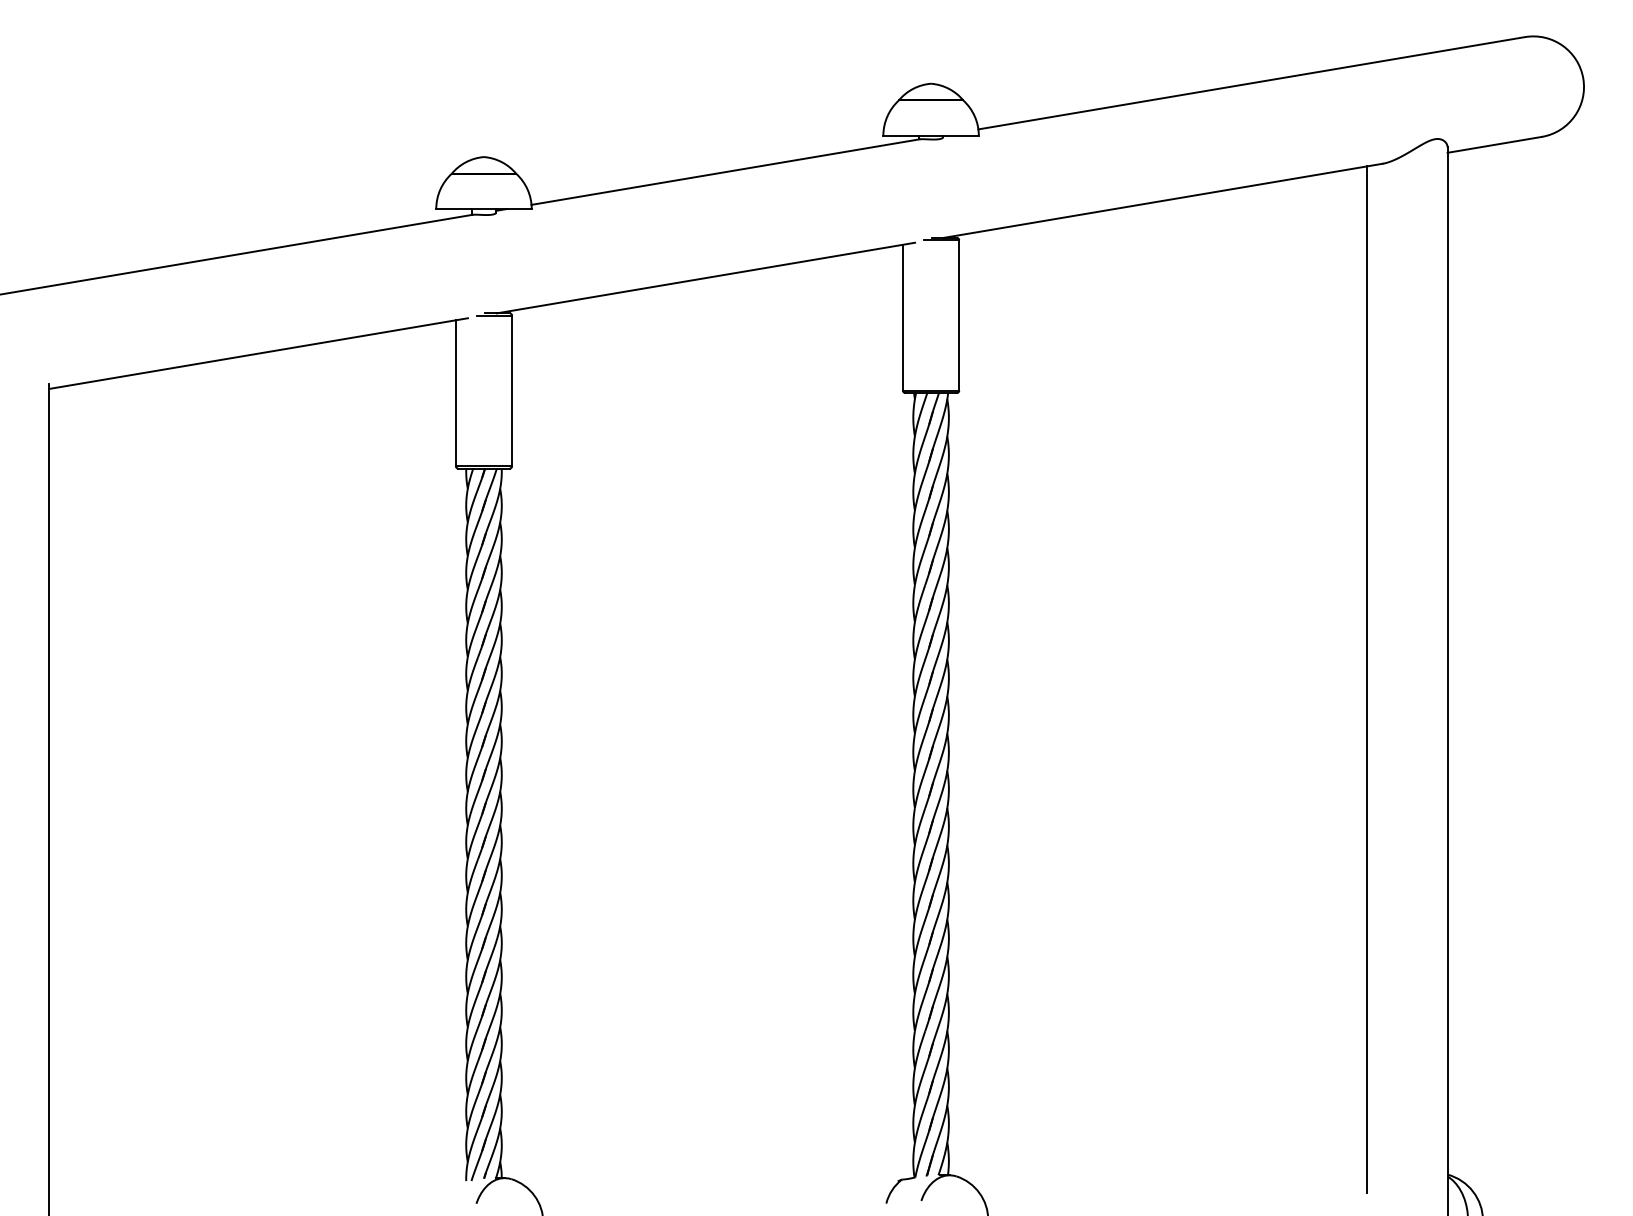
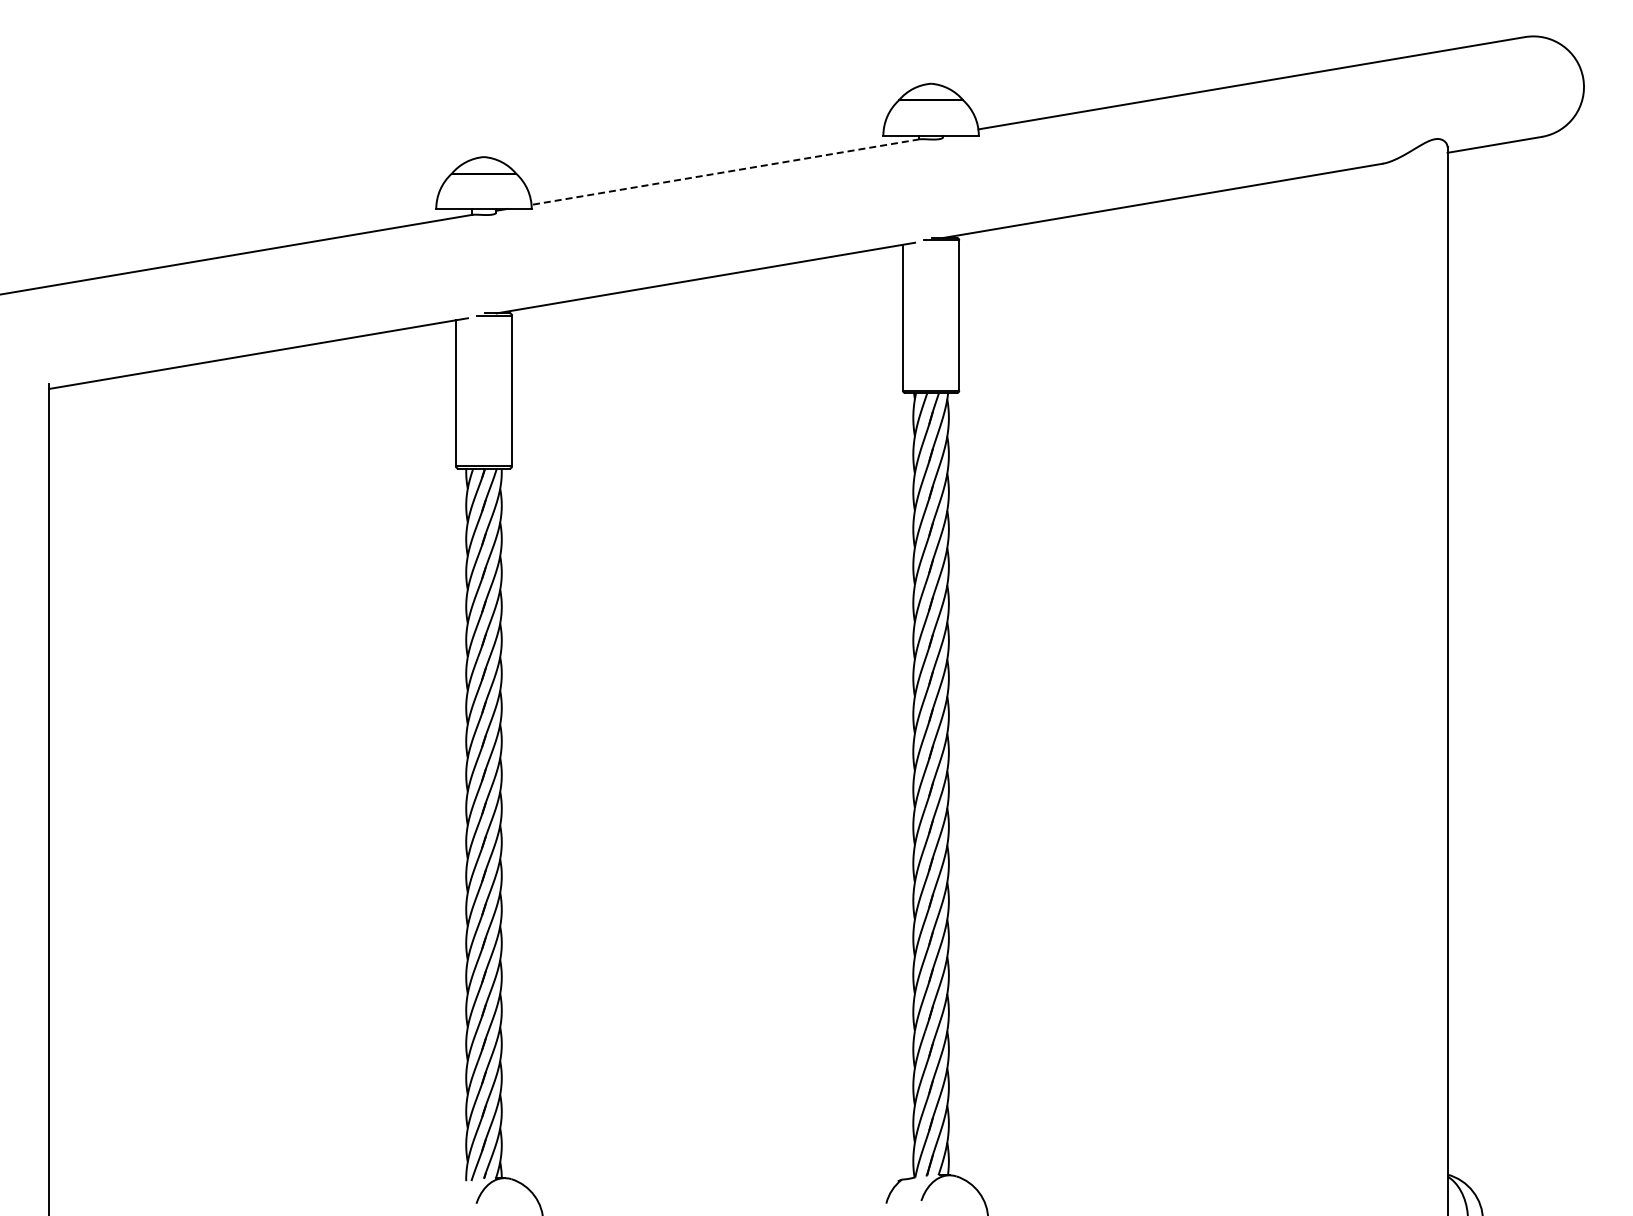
line at (725, 172): solid -> dashed
line at (1367, 679): present -> none
